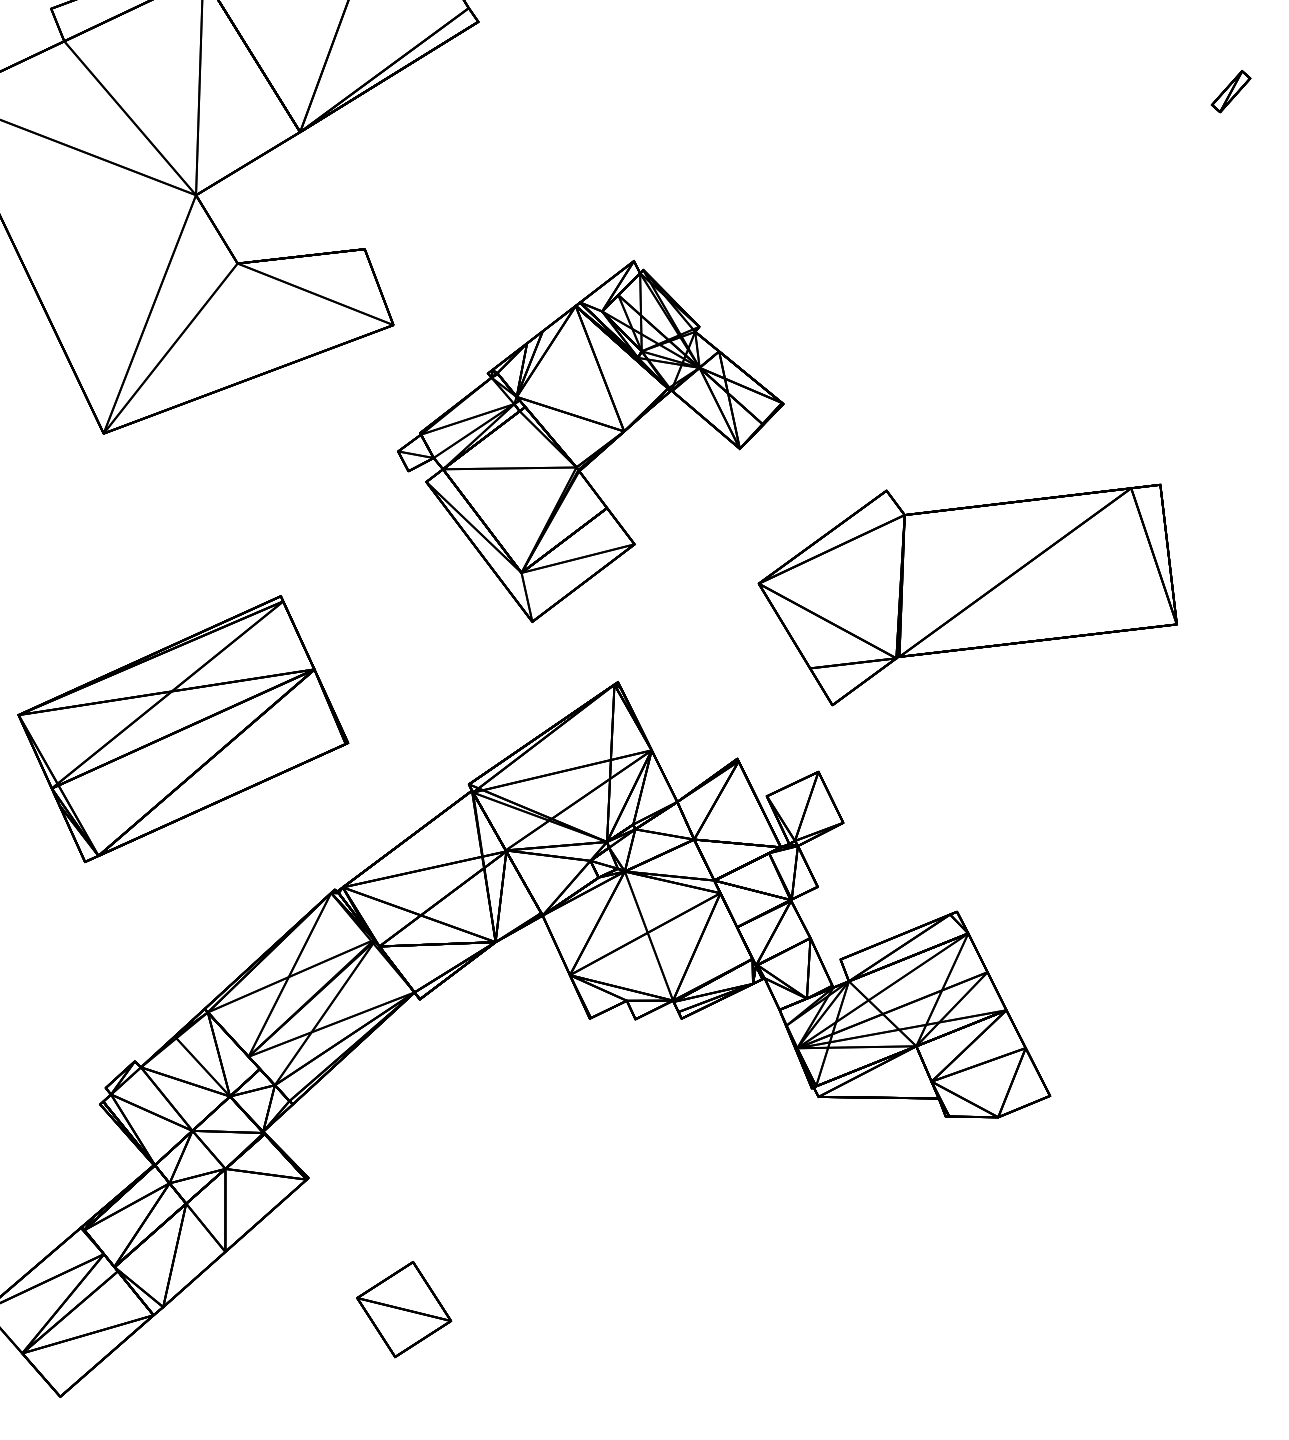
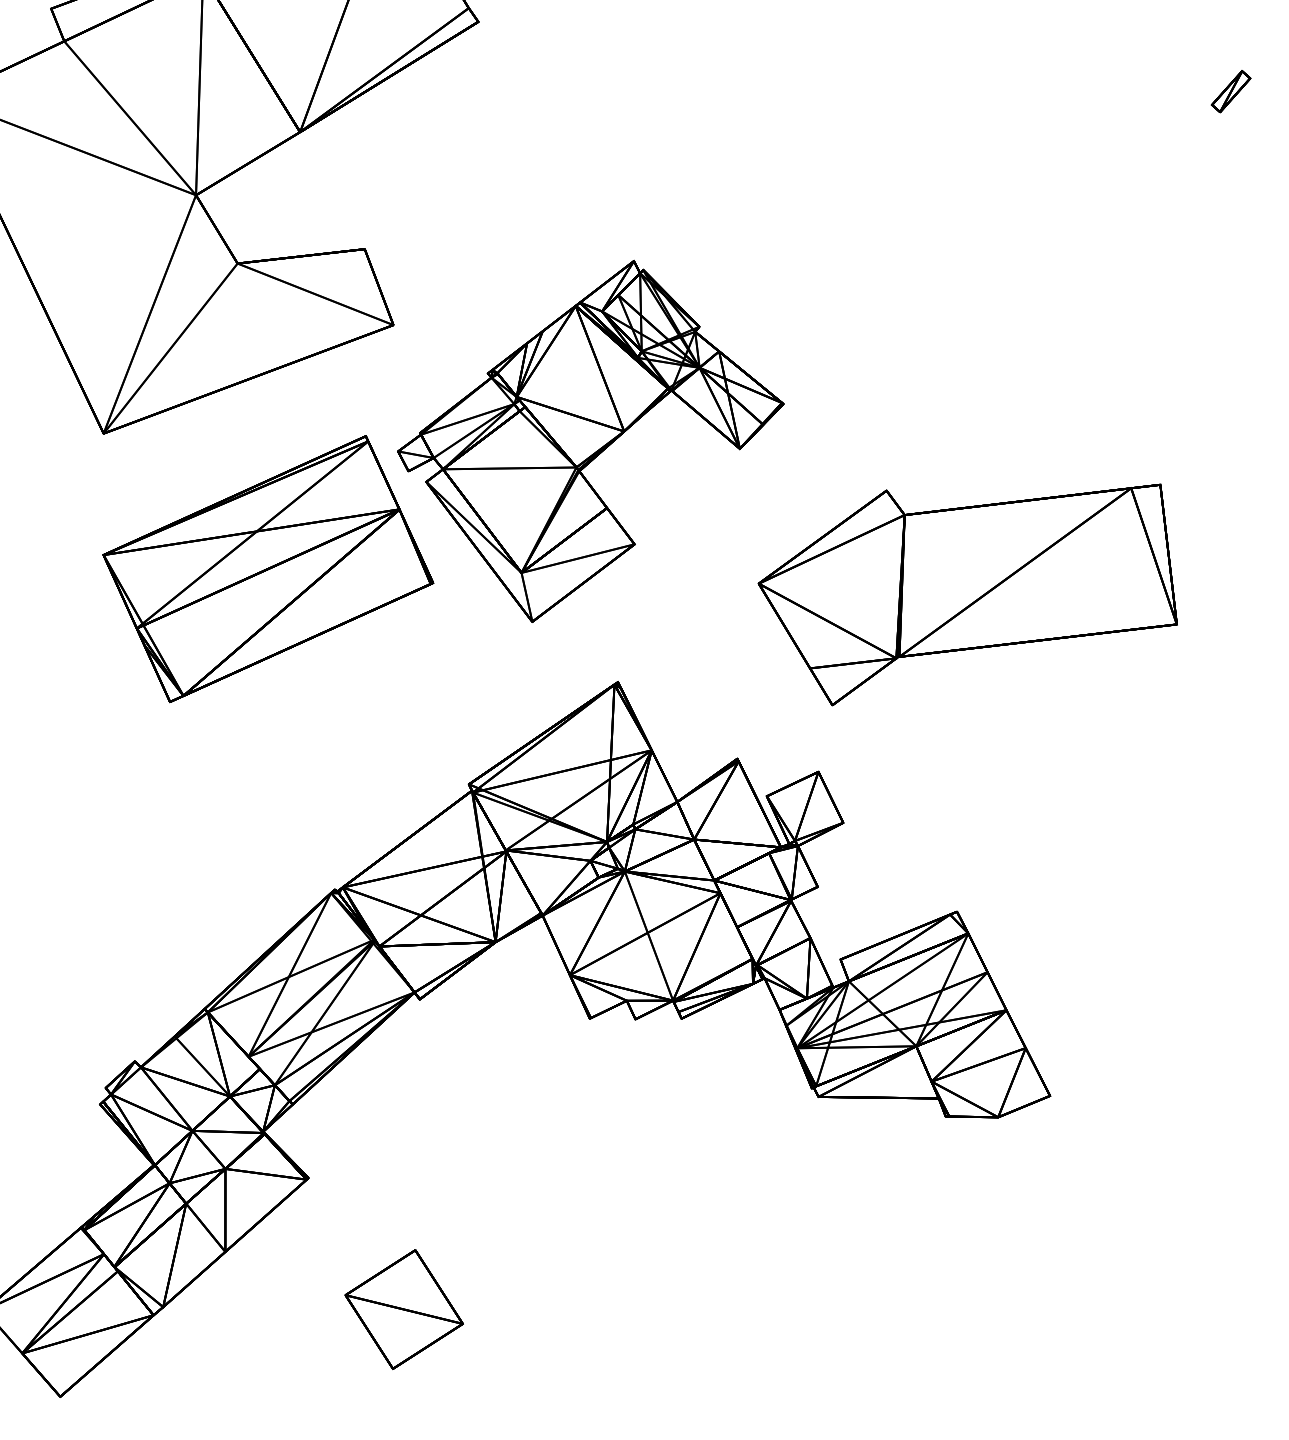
part at (183, 729) position: (183, 729) -> (268, 569)
part at (404, 1309) size: 97x98 px -> 120x121 px
